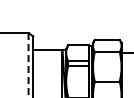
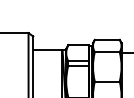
line at (28, 65): dashed -> solid
